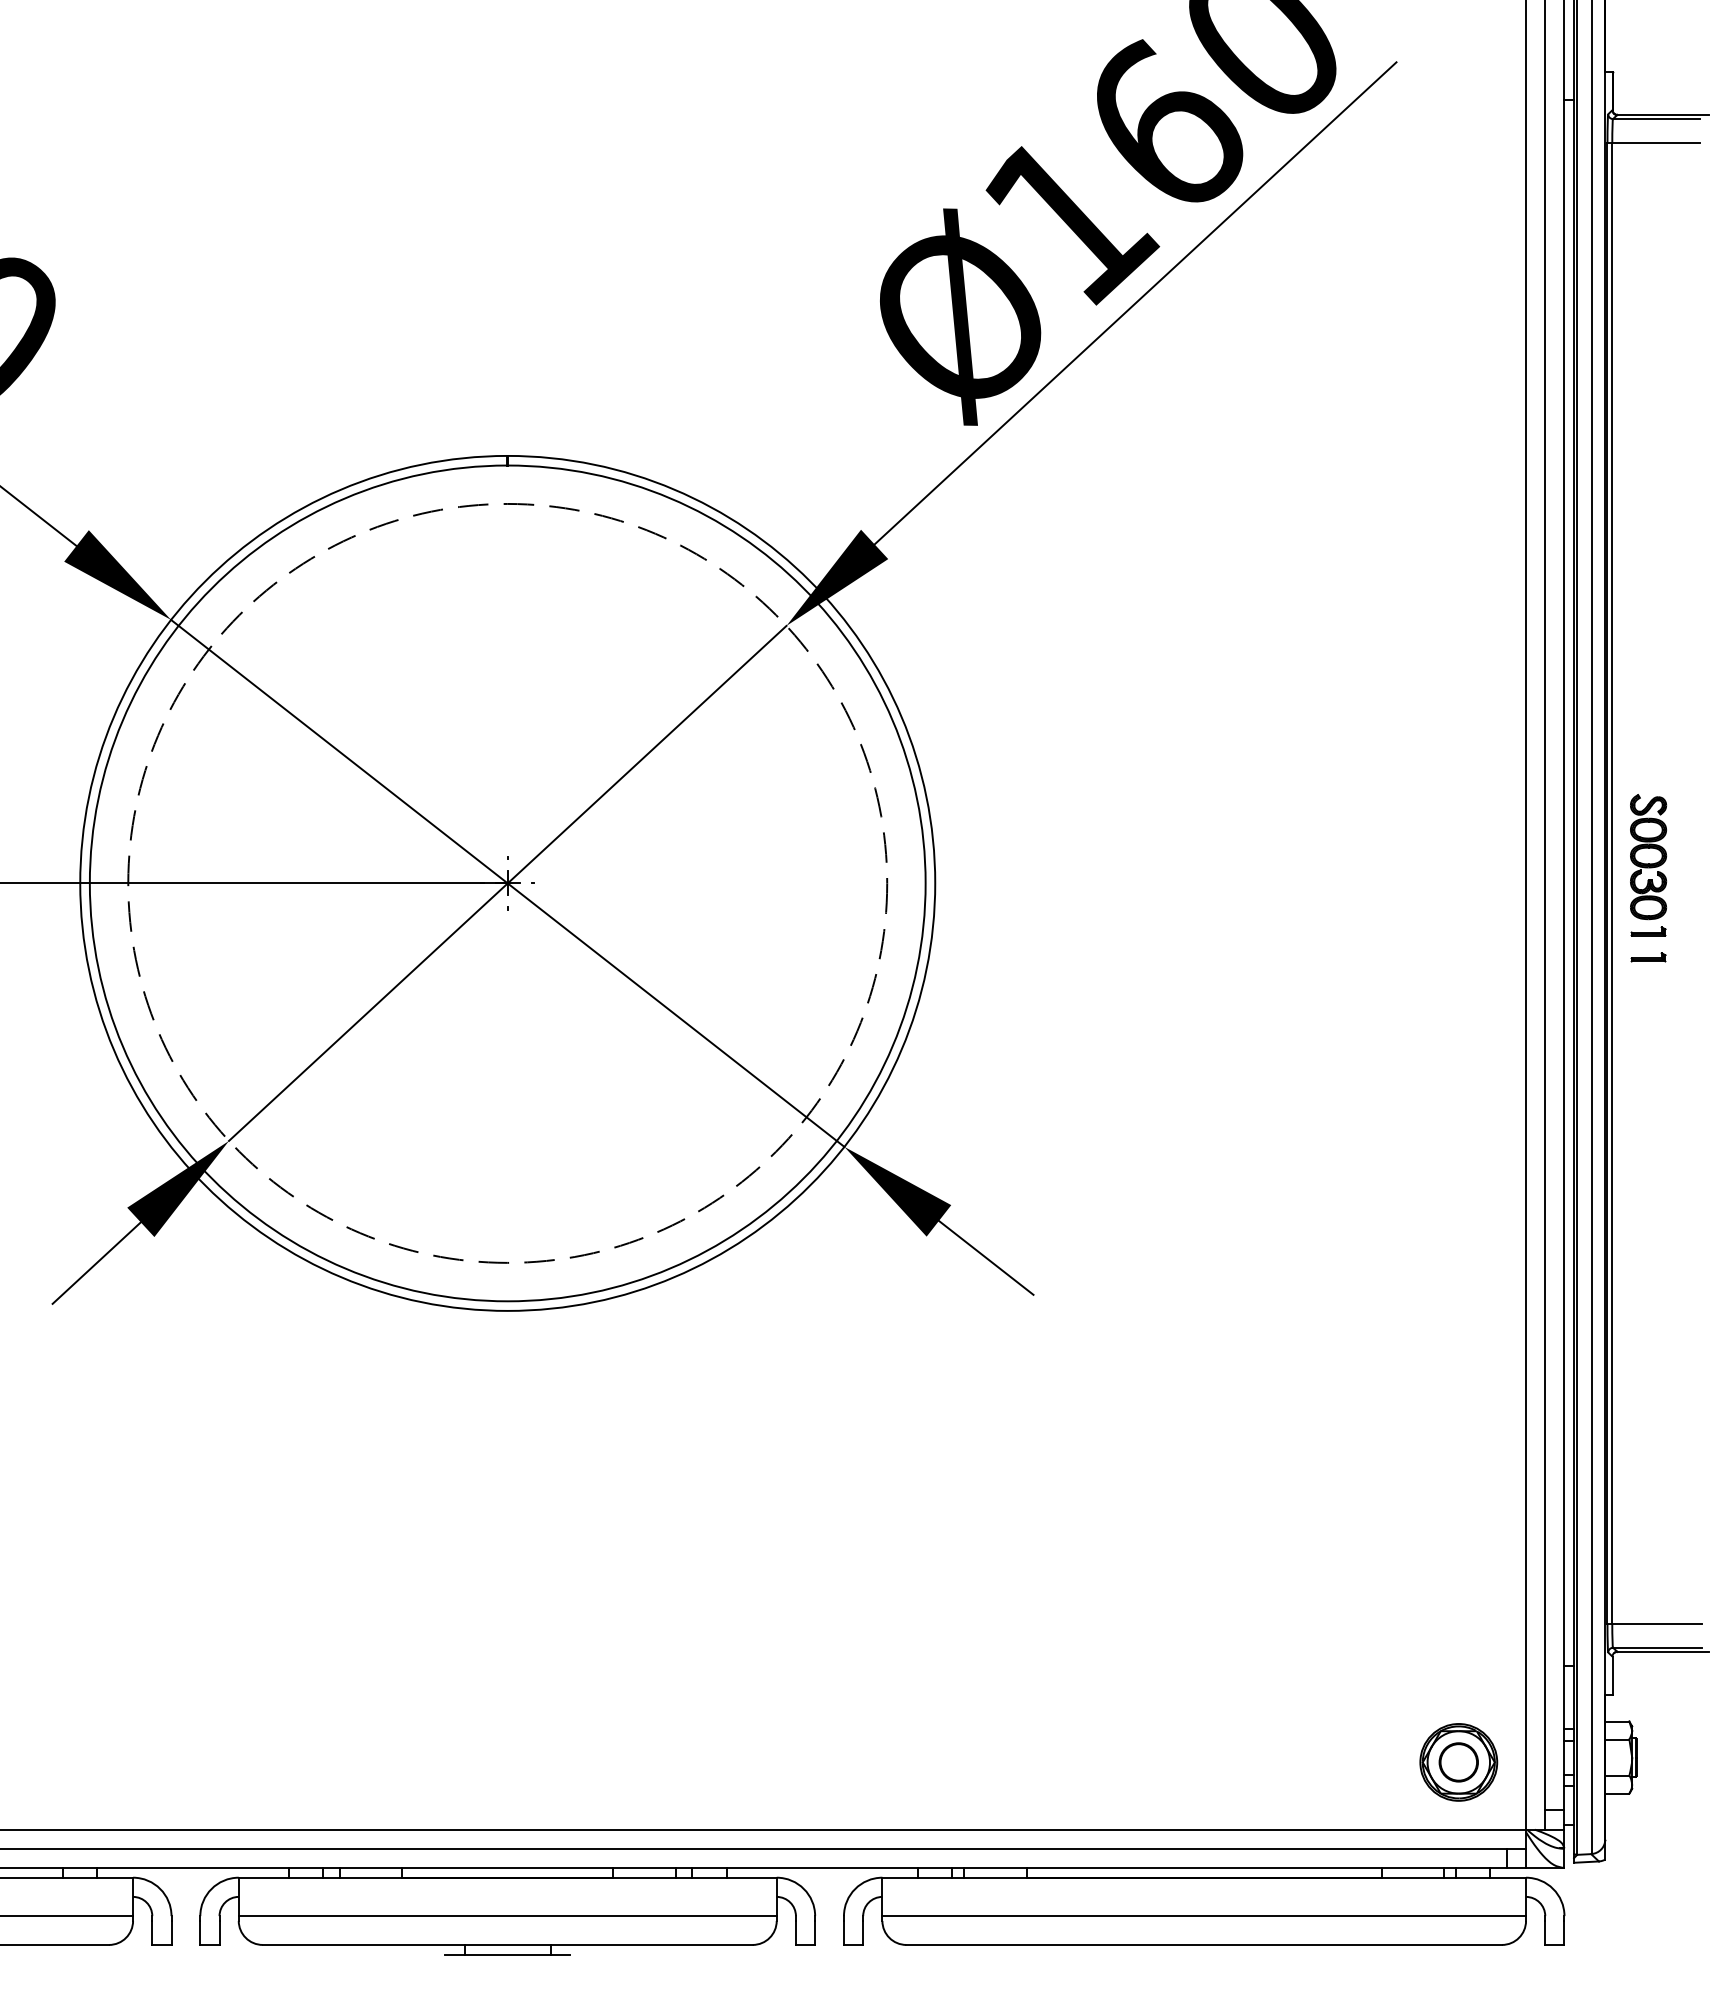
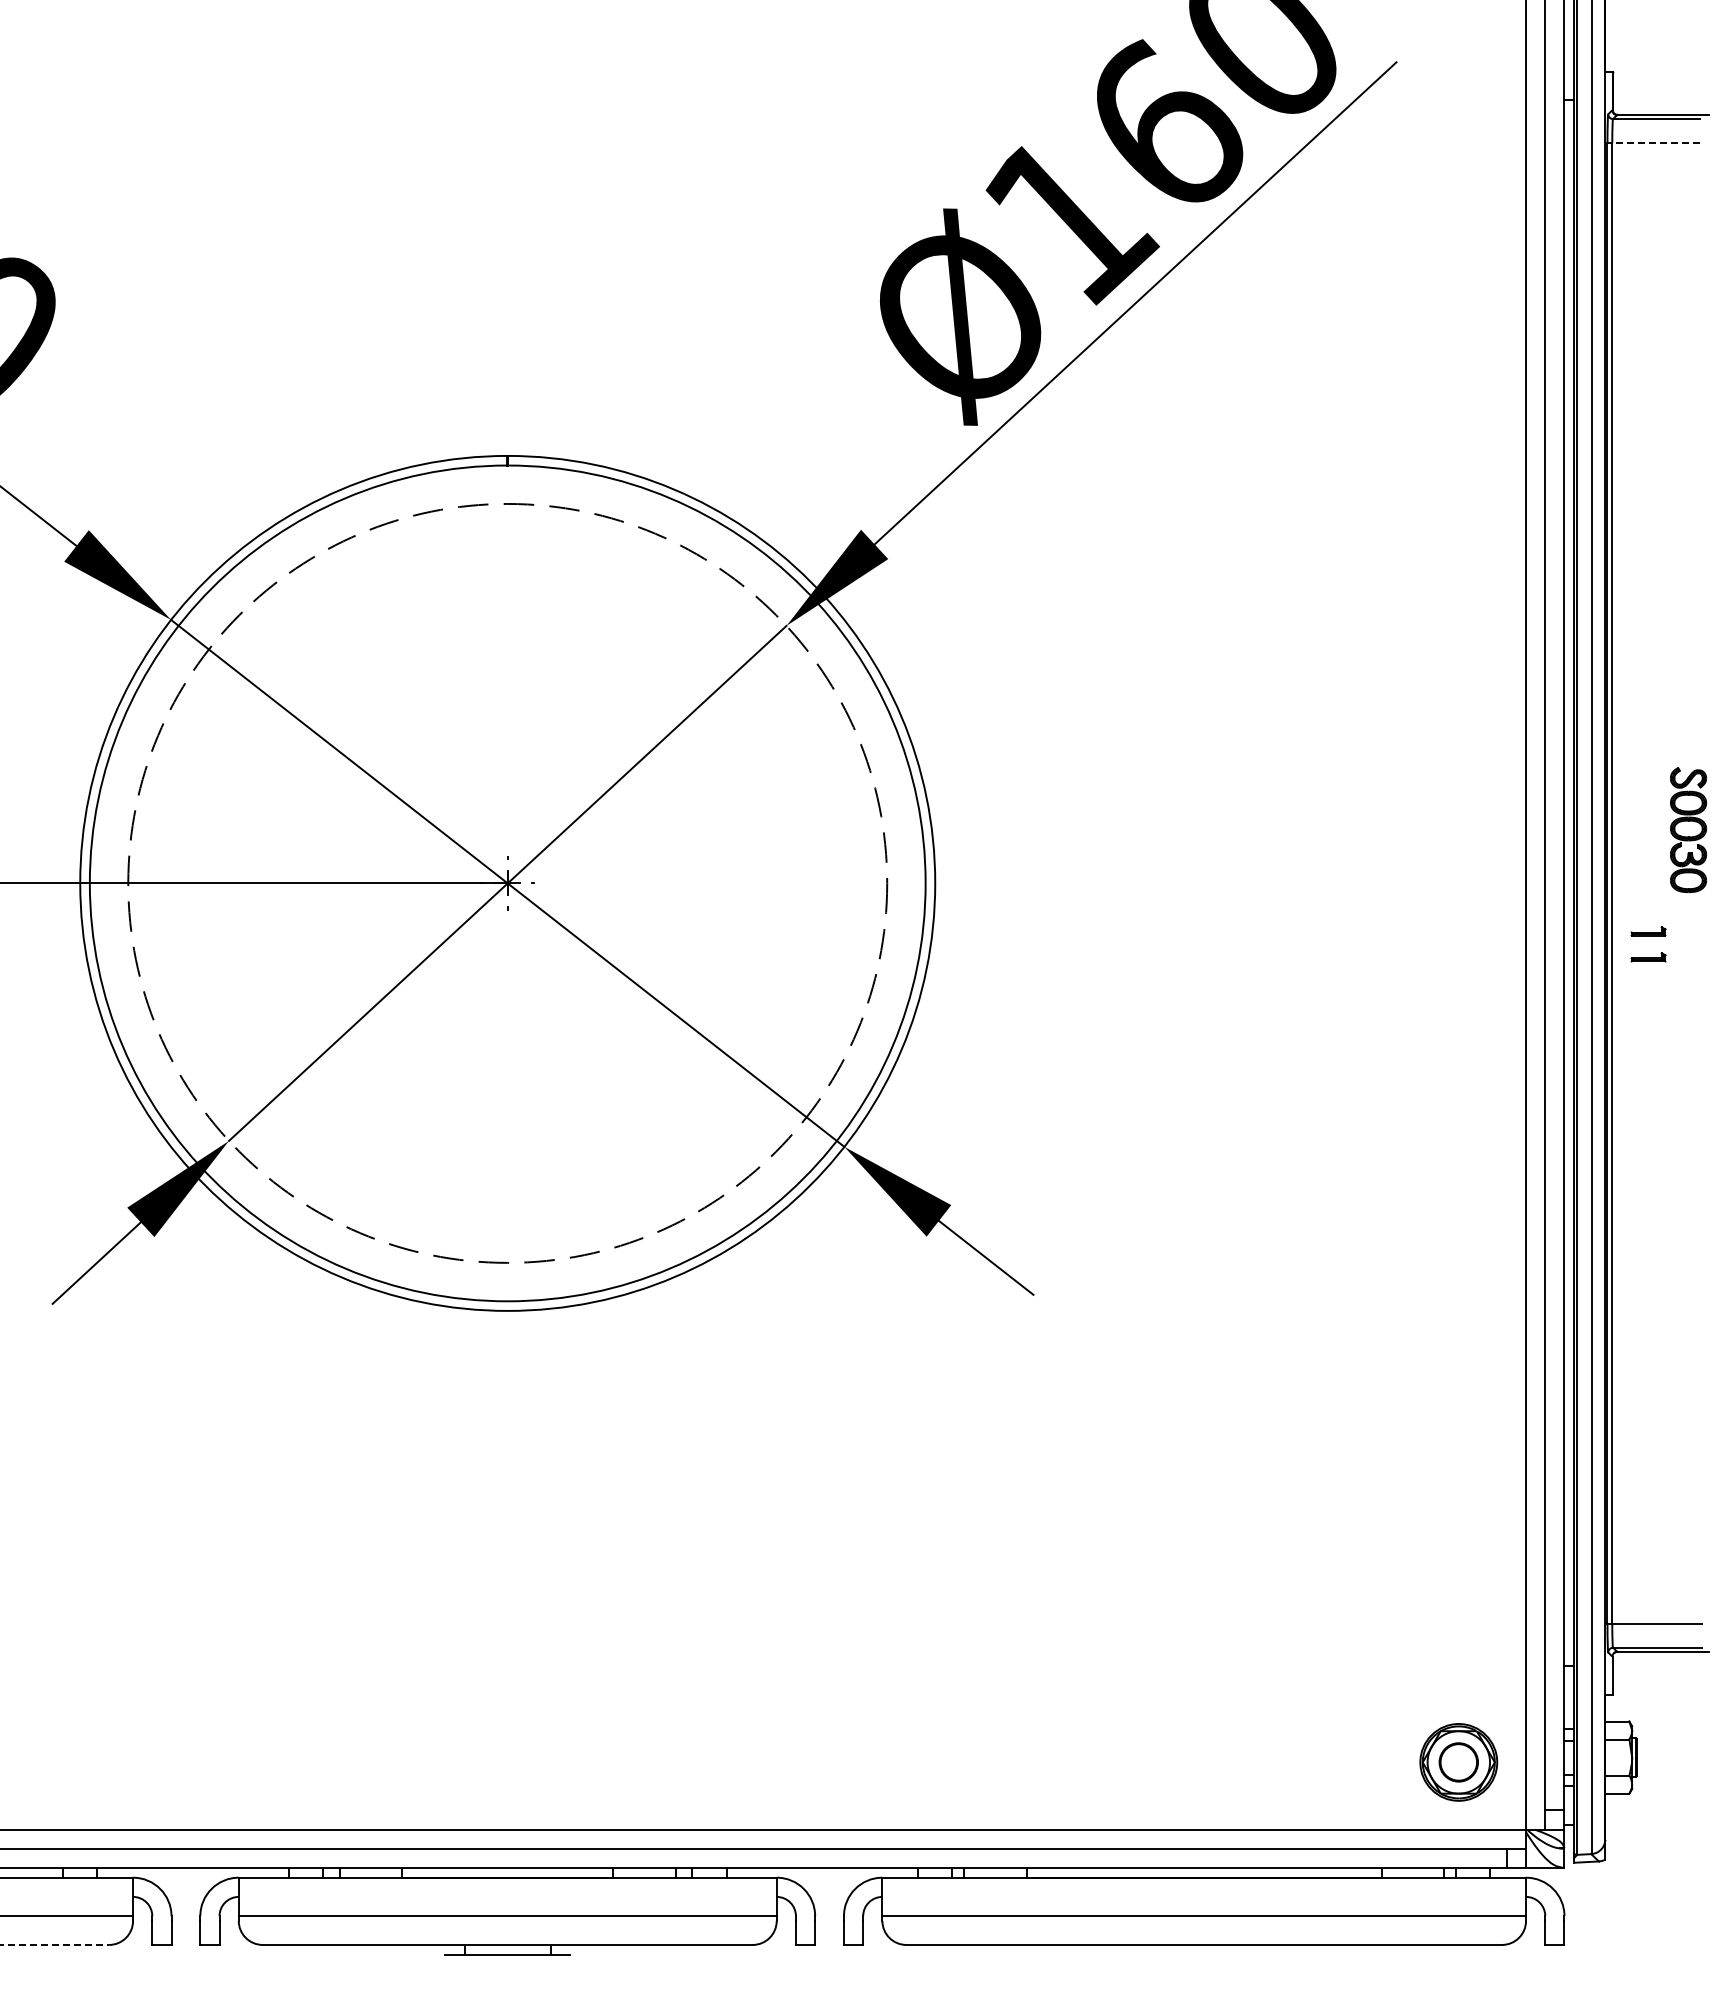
line at (1656, 143): solid -> dashed
part at (1648, 857) position: (1648, 857) -> (1688, 830)
line at (55, 1944): solid -> dashed
